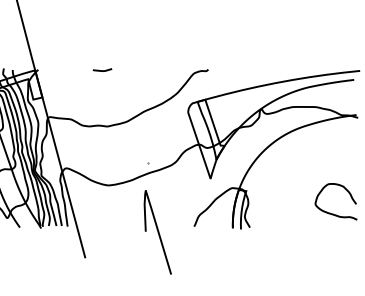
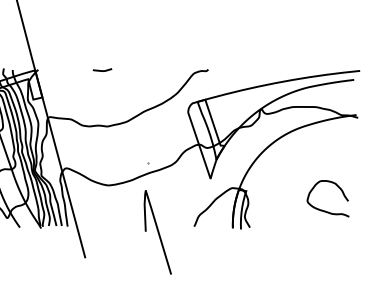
curve at (330, 212) position: (330, 212) -> (322, 209)
